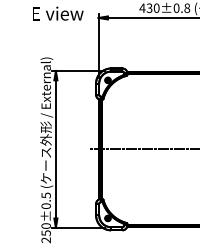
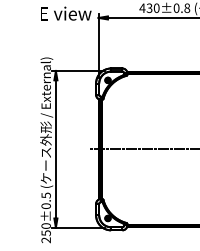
text at (58, 13) position: (58, 13) -> (66, 13)
